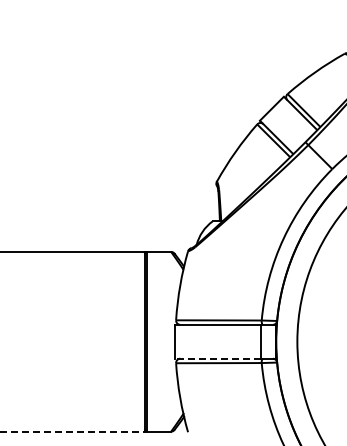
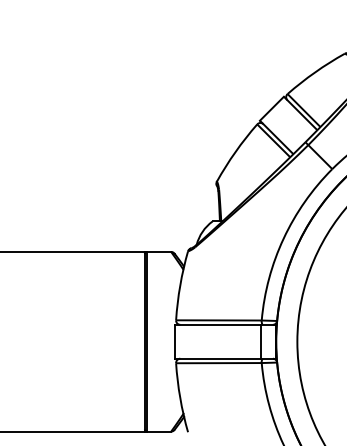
line at (218, 358): dashed -> solid
line at (72, 431): dashed -> solid
